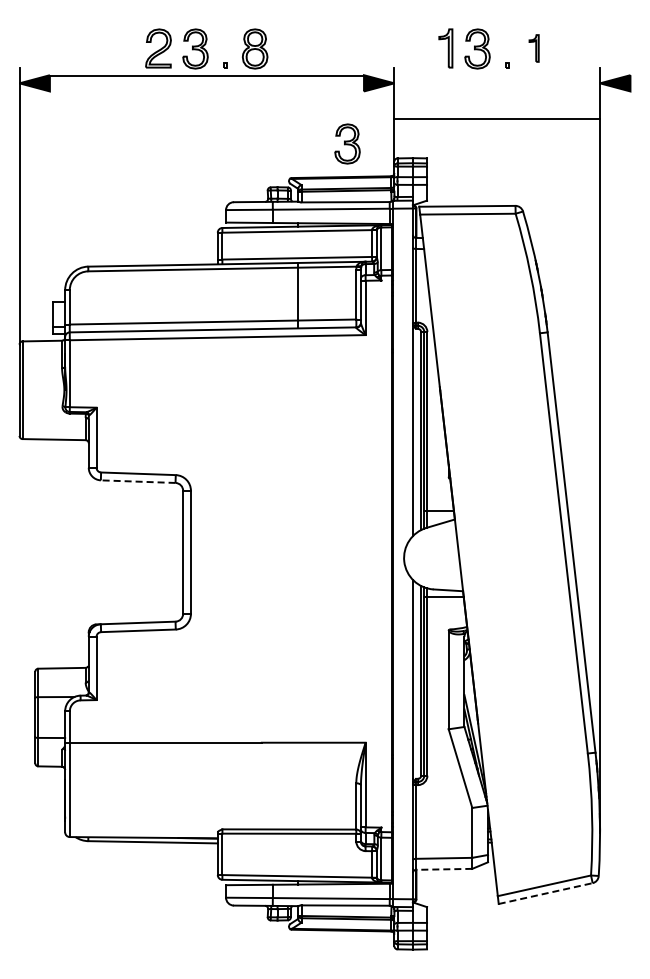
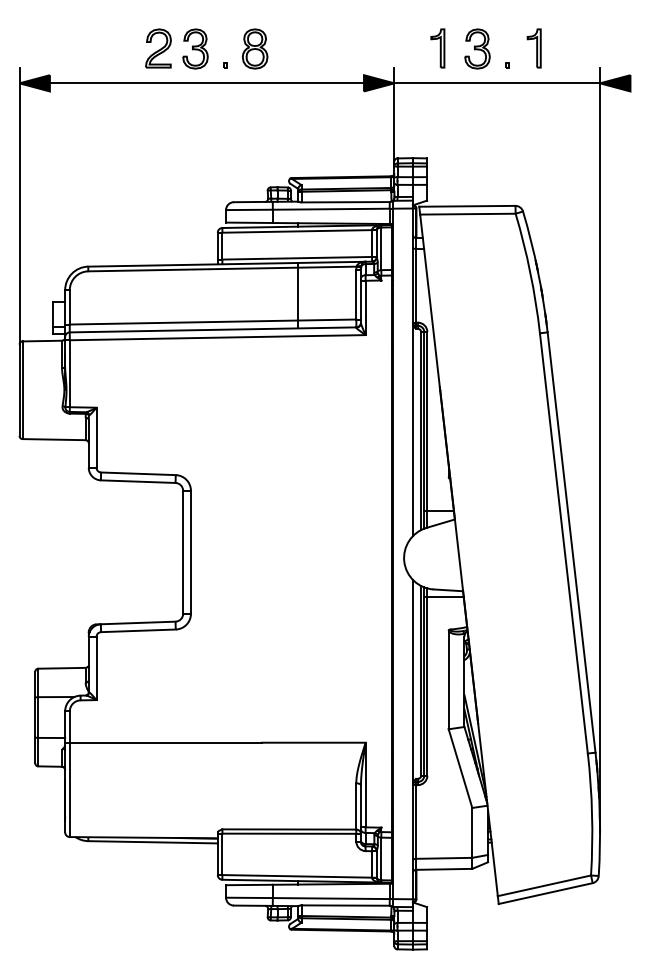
part at (445, 48) position: (445, 48) -> (437, 48)
part at (533, 48) size: 12x29 px -> 16x41 px
line at (206, 76) position: (206, 76) -> (206, 83)
line at (497, 119) position: (497, 119) -> (497, 83)
part at (347, 143): present -> none
line at (137, 481): dashed -> solid
line at (443, 869): dashed -> solid
line at (546, 893): dashed -> solid
